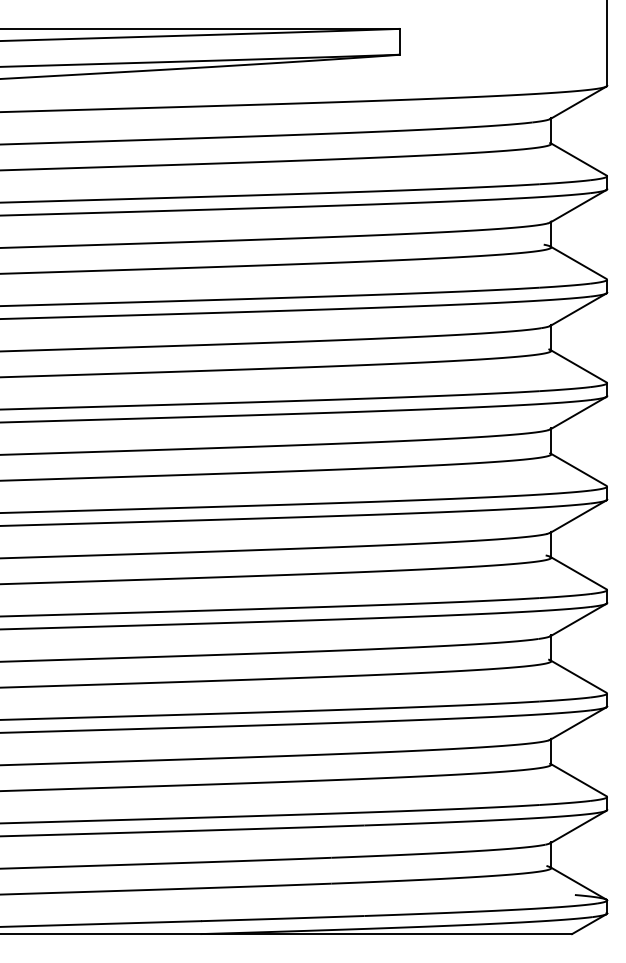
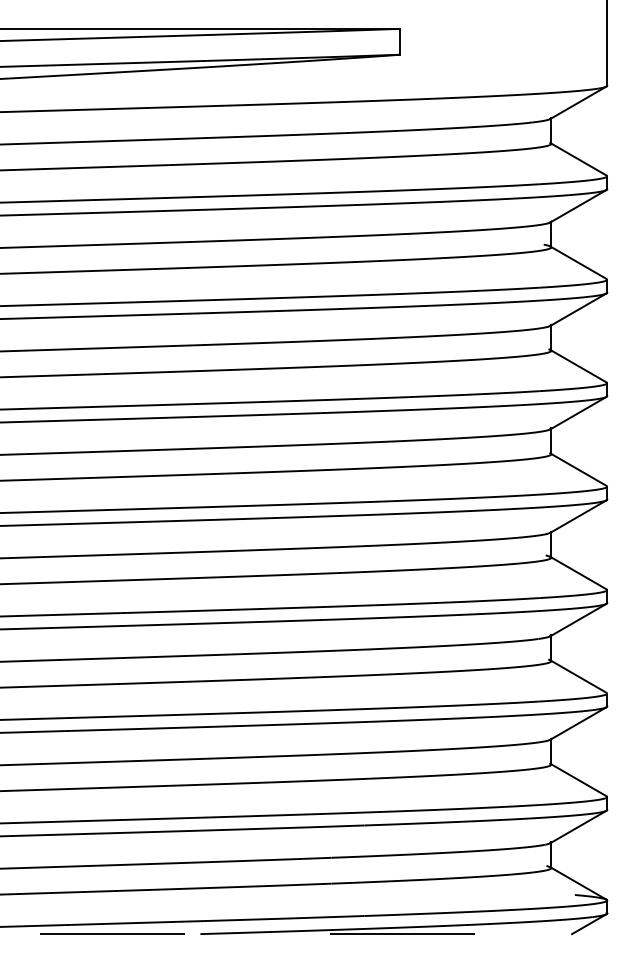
line at (286, 934): solid -> dashed
